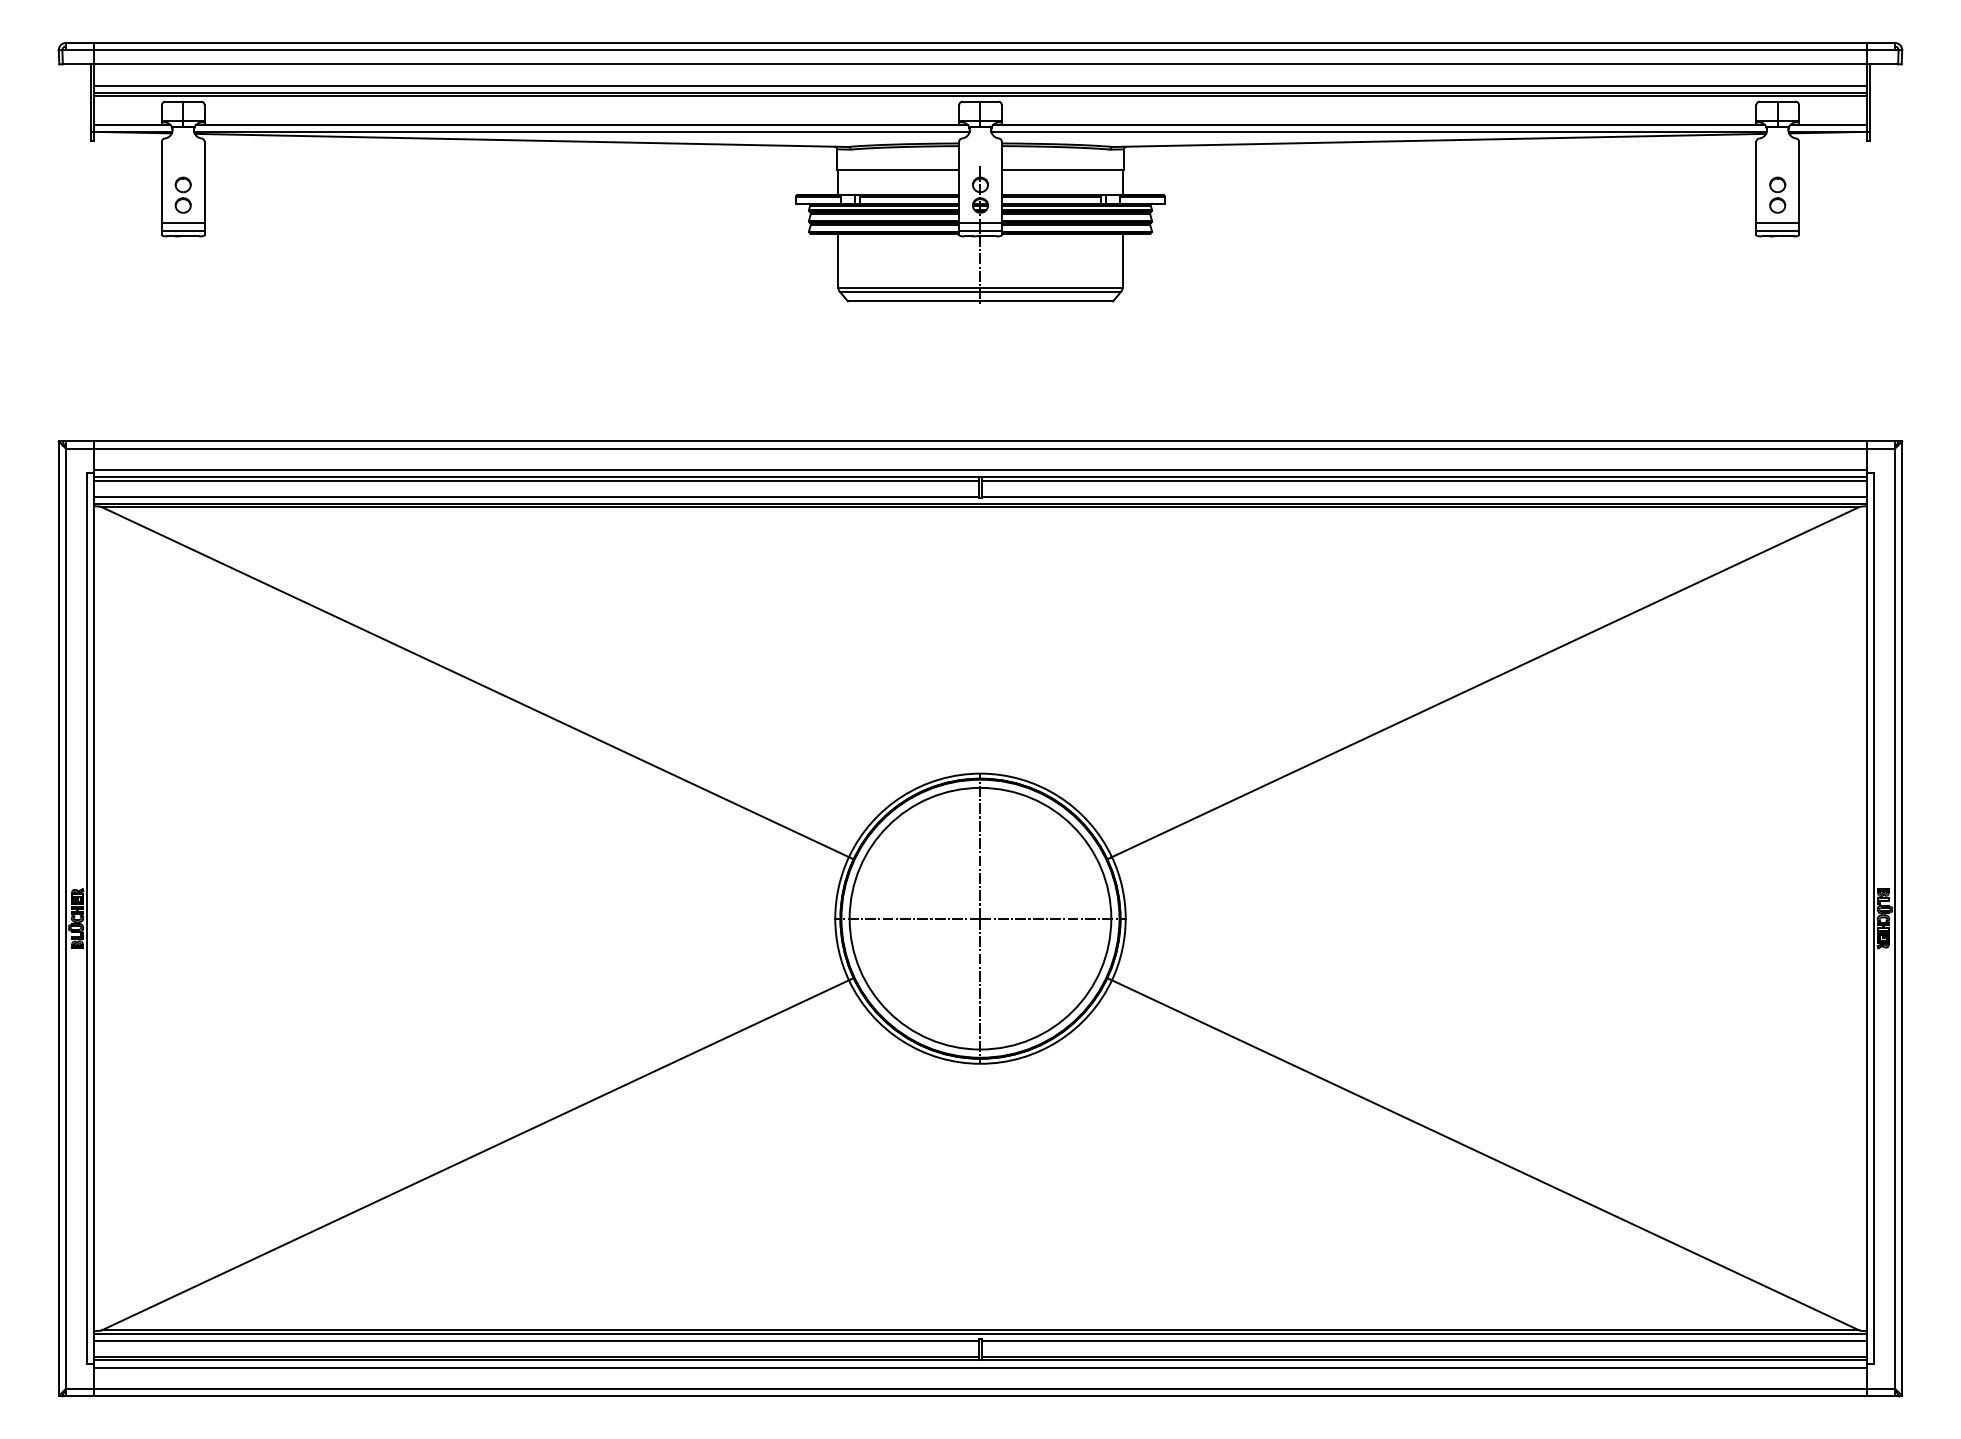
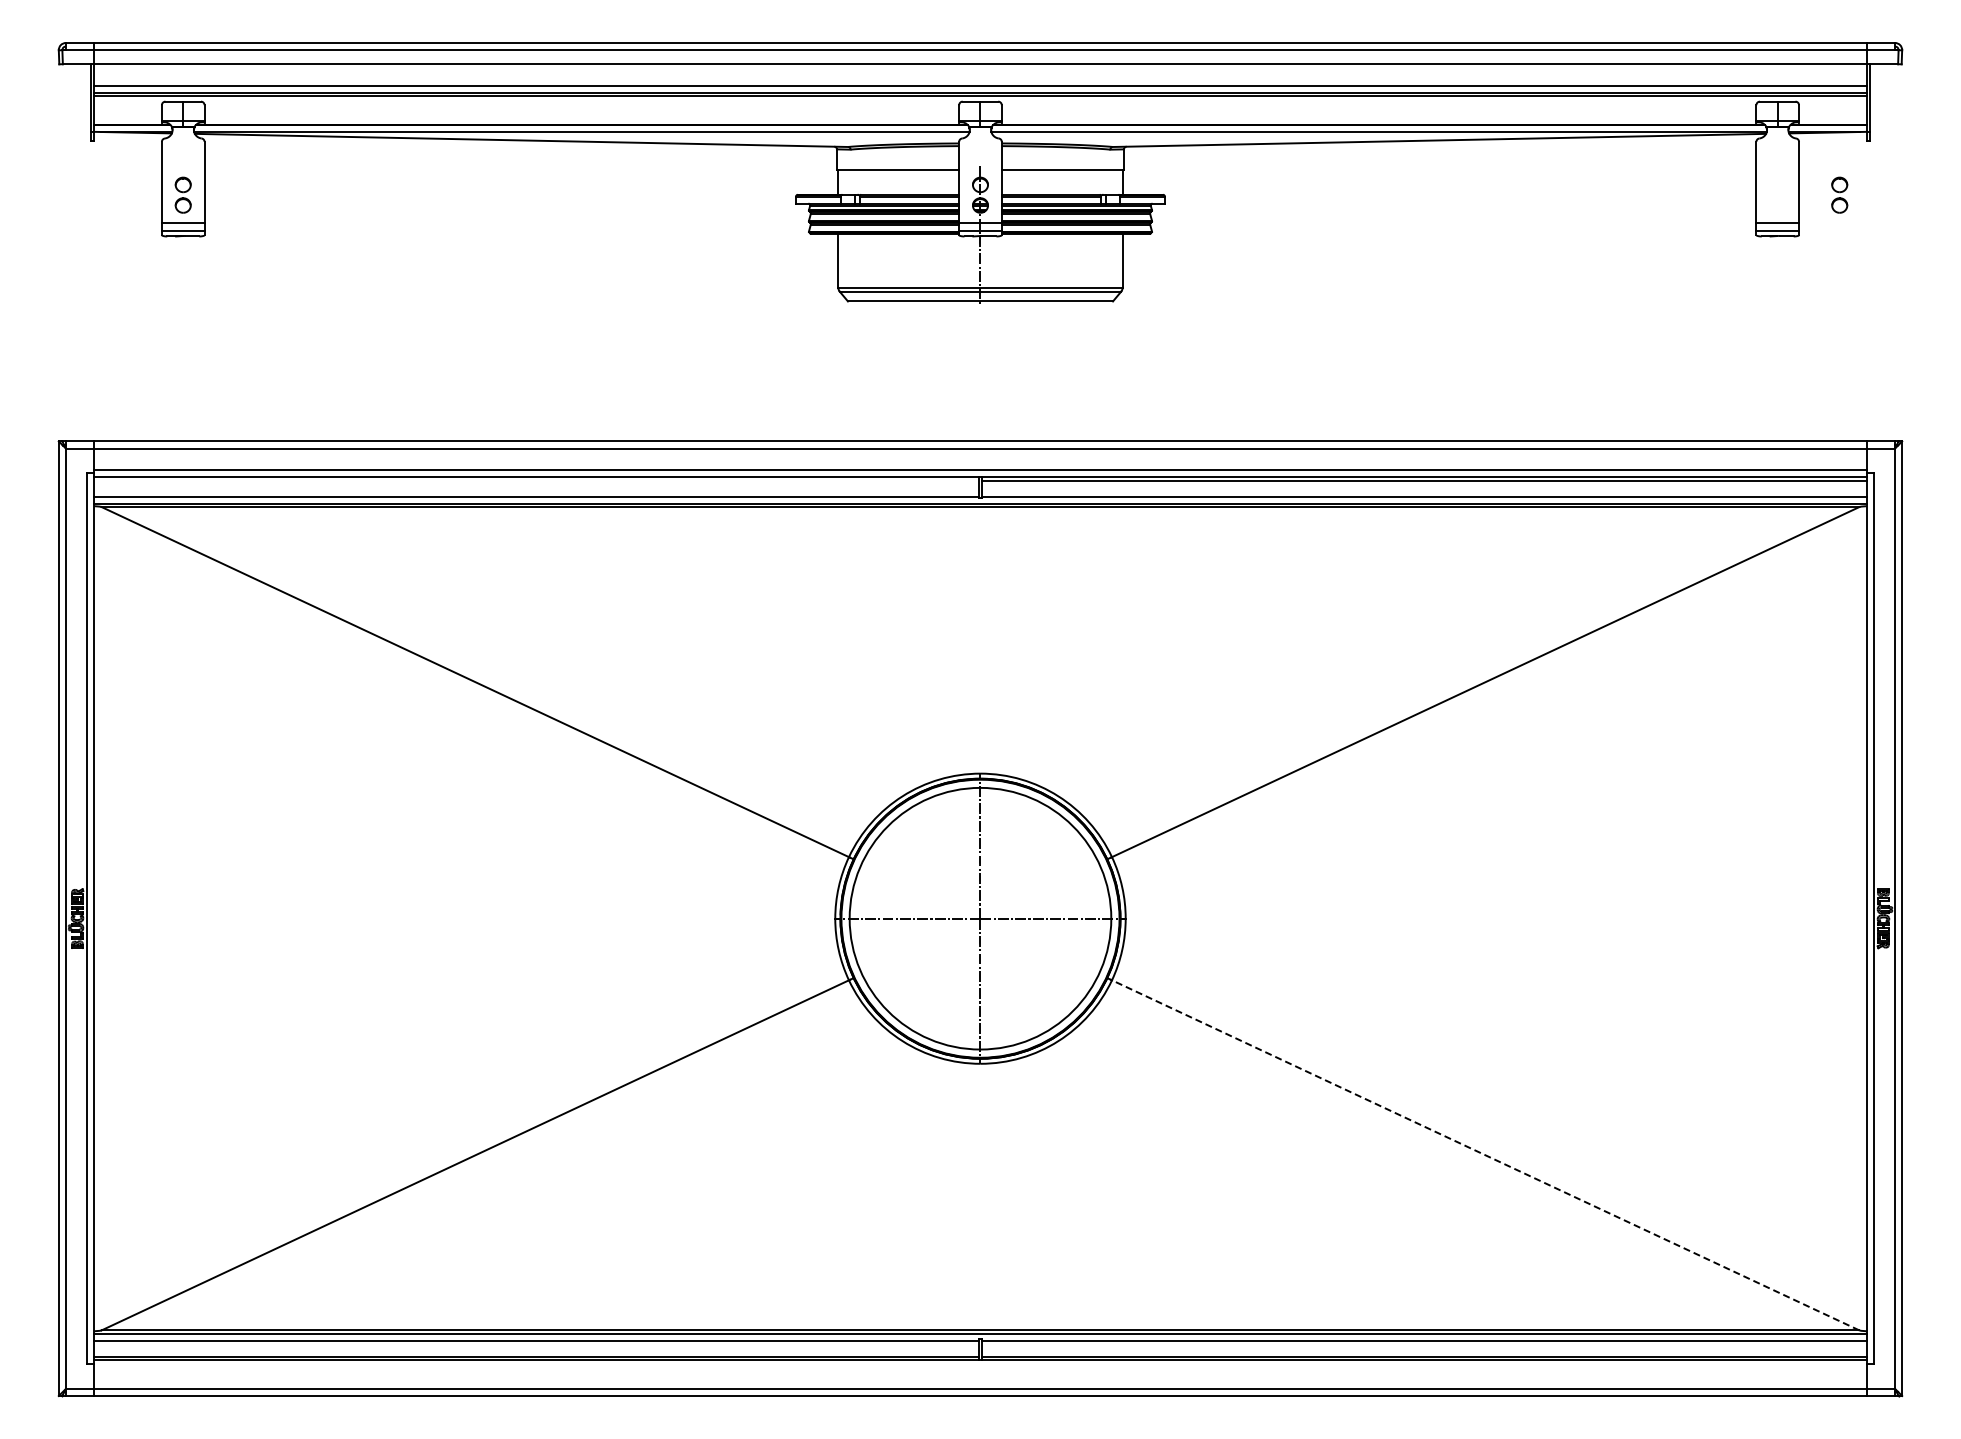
part at (1777, 194) position: (1777, 194) -> (1839, 194)
line at (536, 480): present -> none
line at (1485, 1155): solid -> dashed
line at (980, 1367): present -> none
